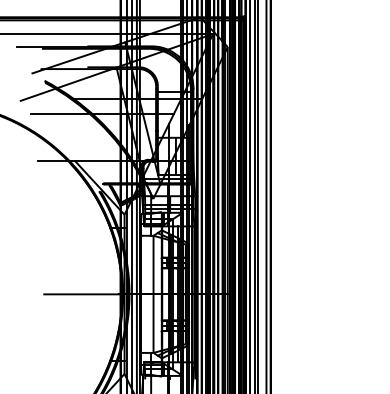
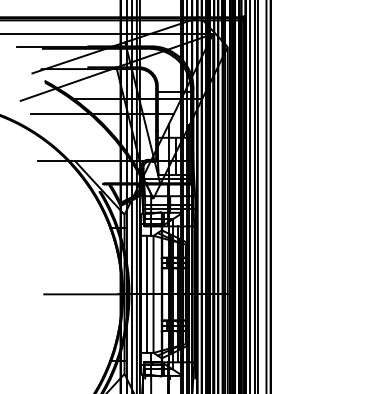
line at (147, 293): none -> present
